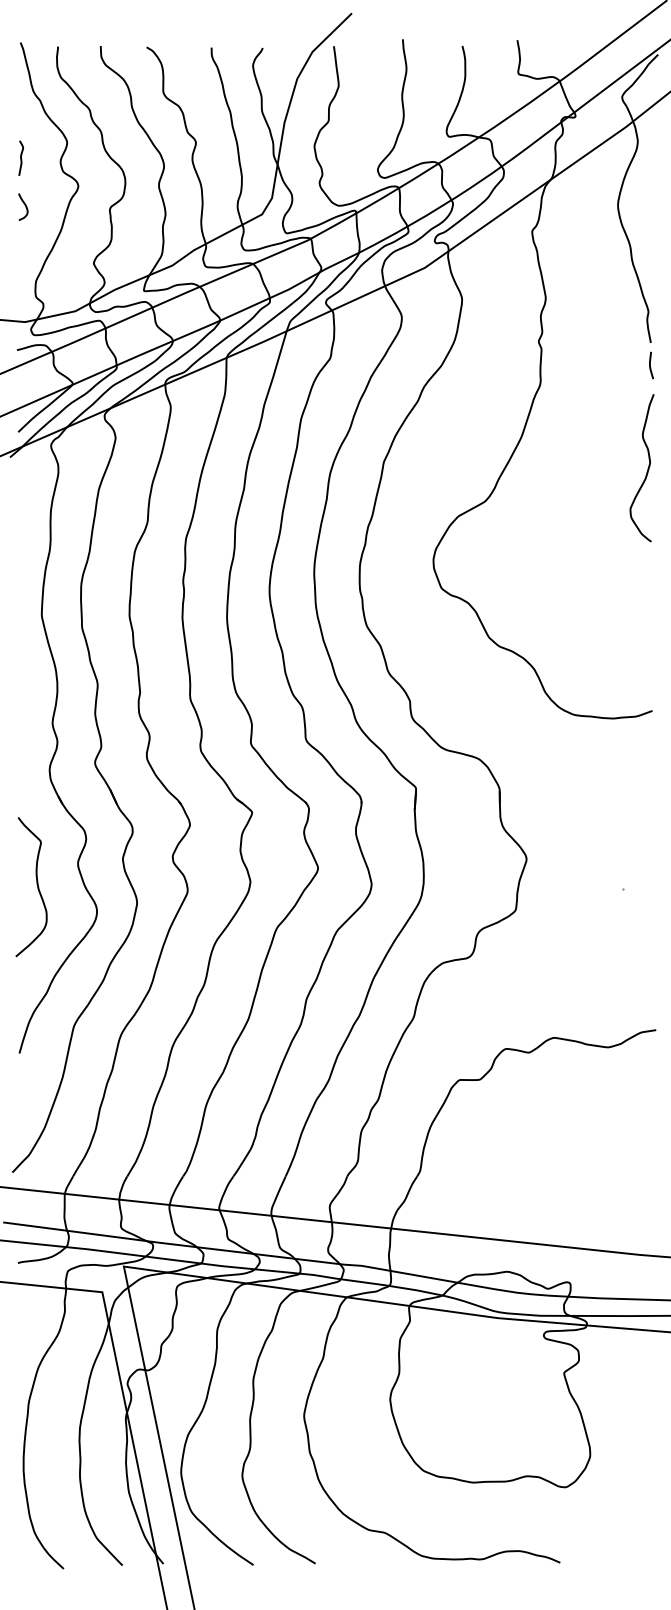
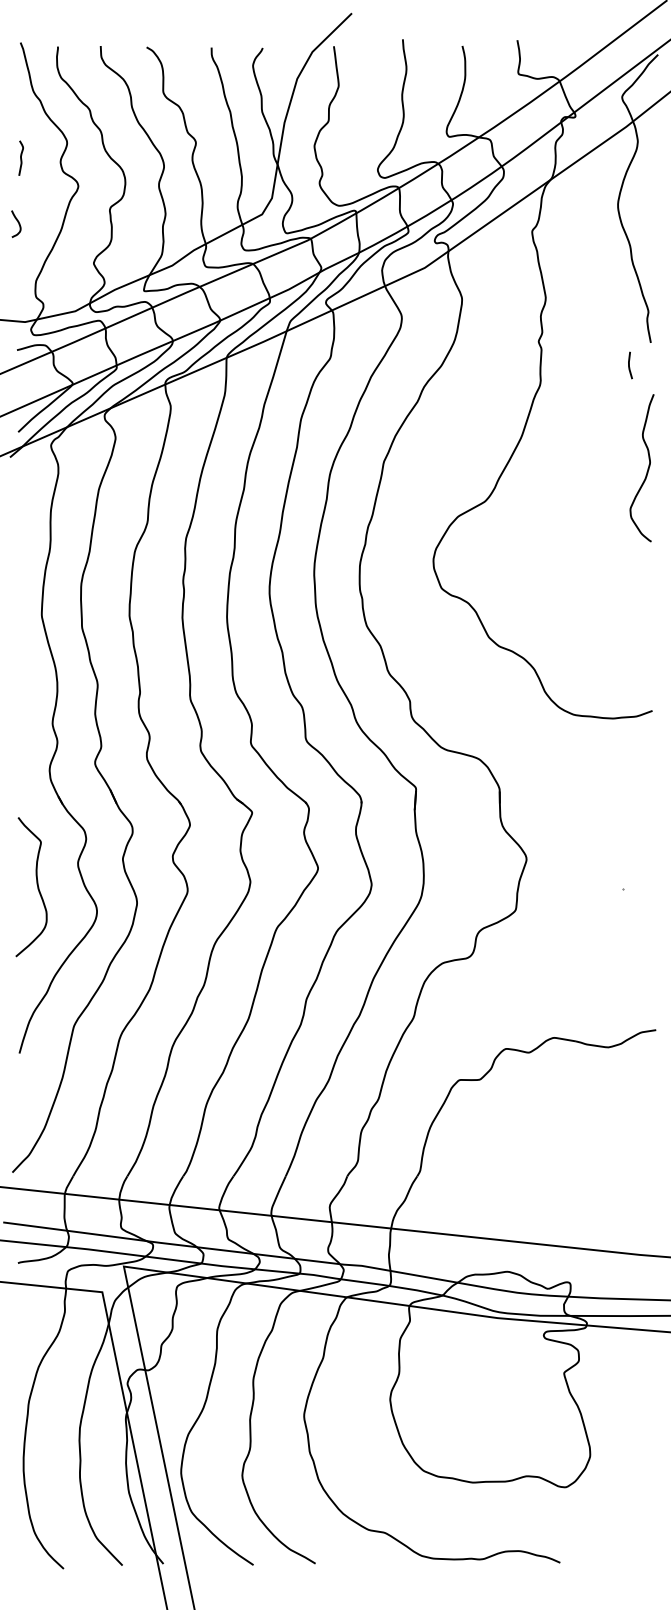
curve at (24, 205) position: (24, 205) -> (17, 222)
line at (650, 365) position: (650, 365) -> (629, 365)
